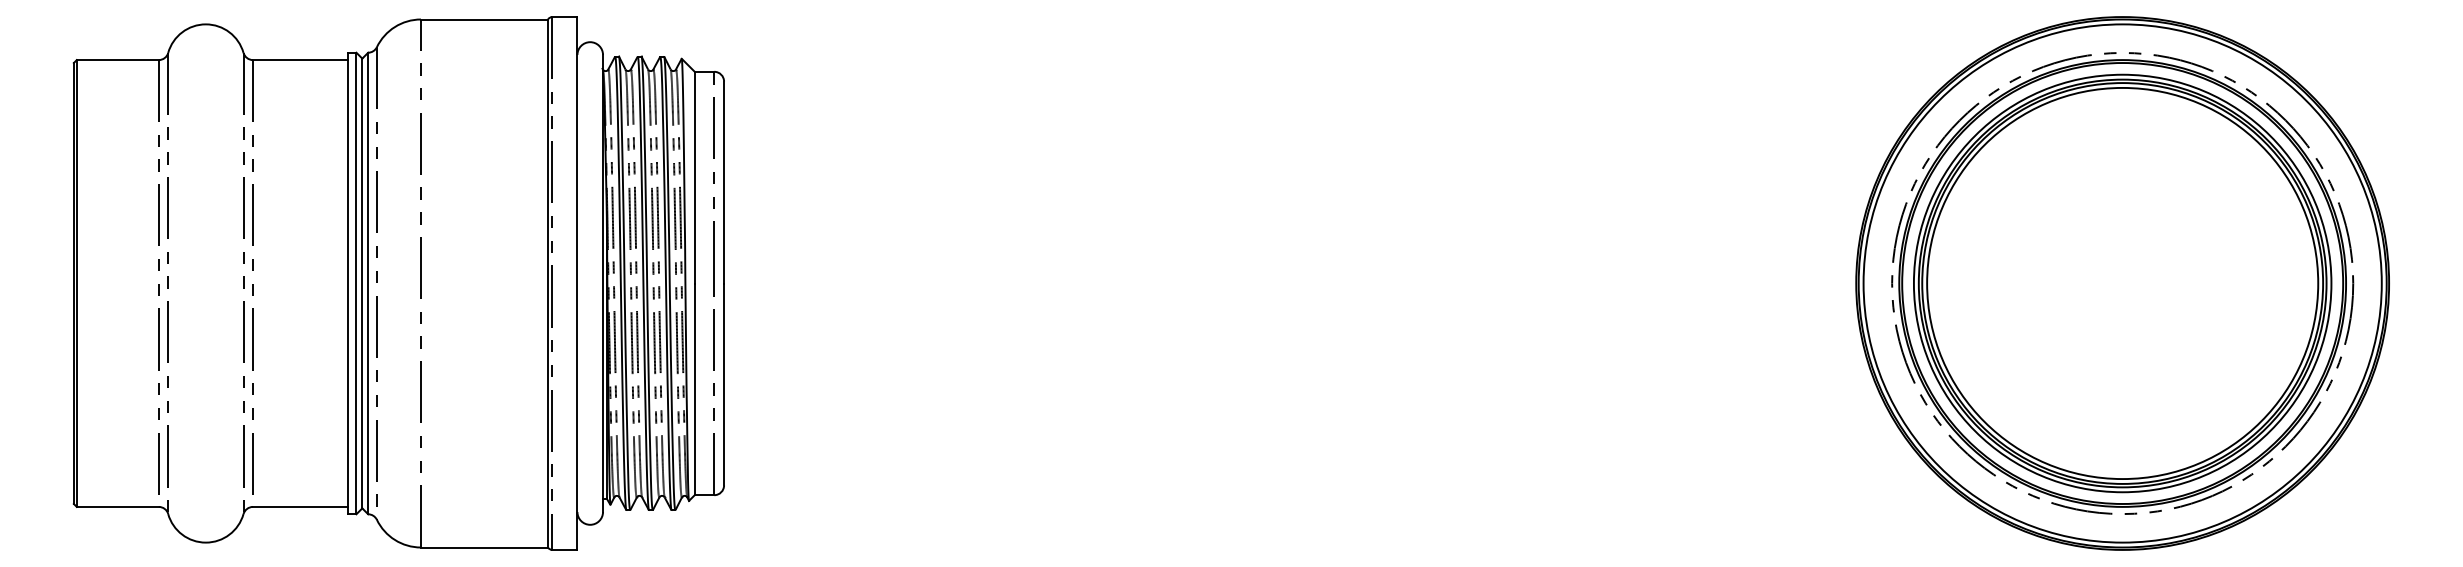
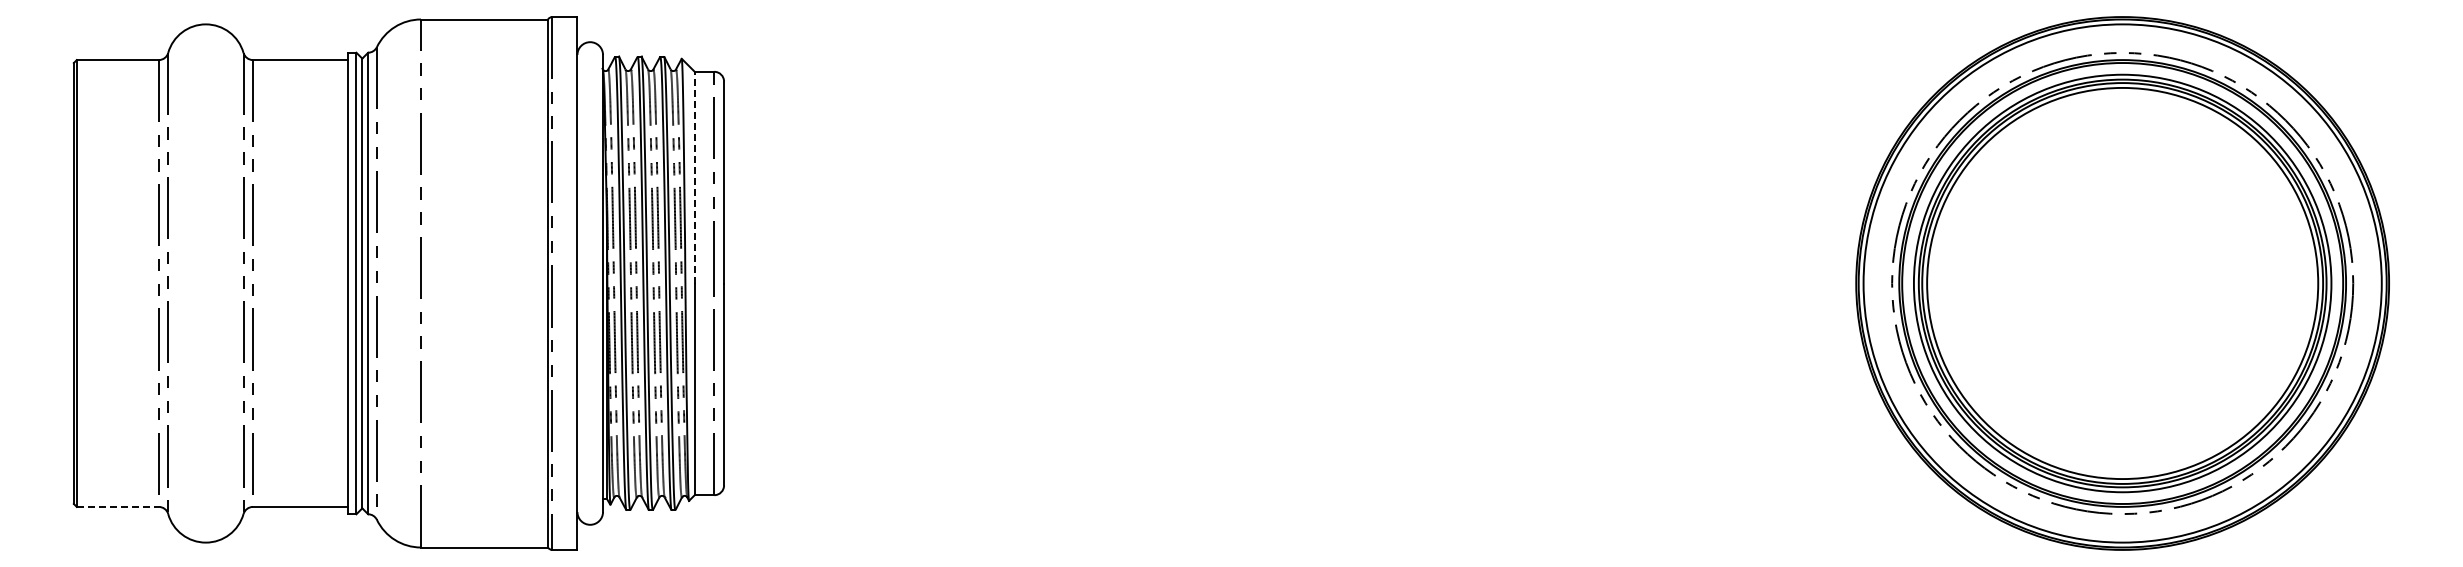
line at (694, 177): solid -> dashed
line at (118, 506): solid -> dashed
